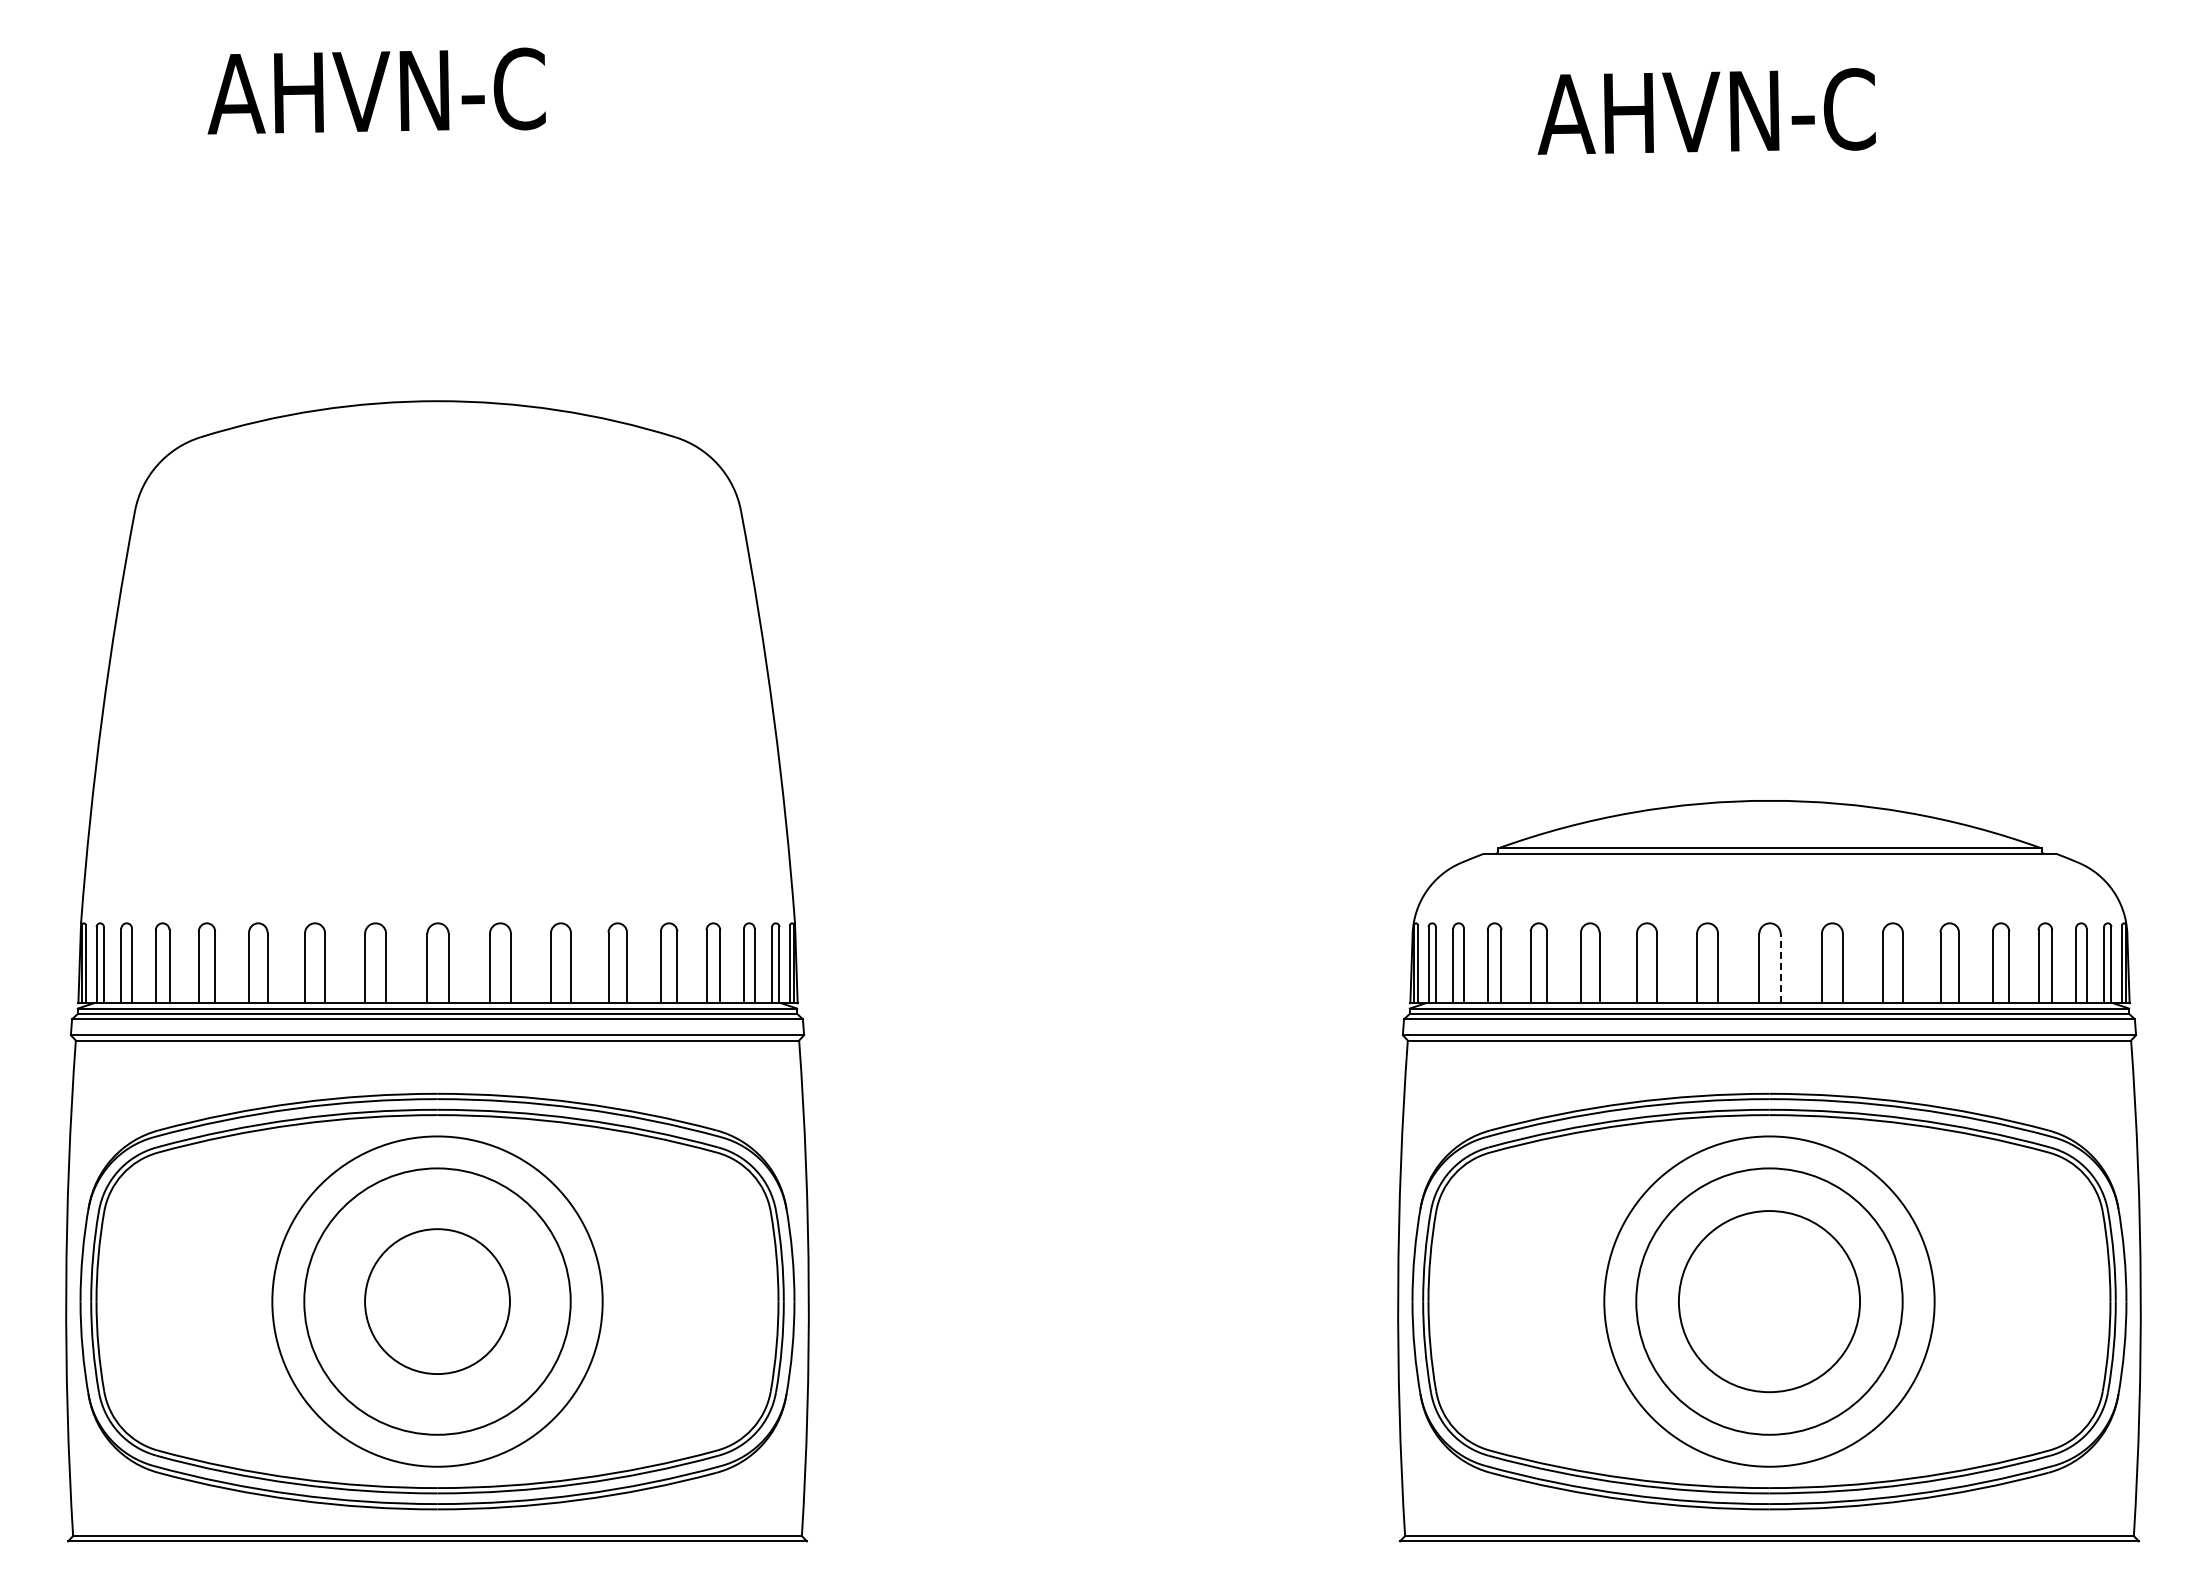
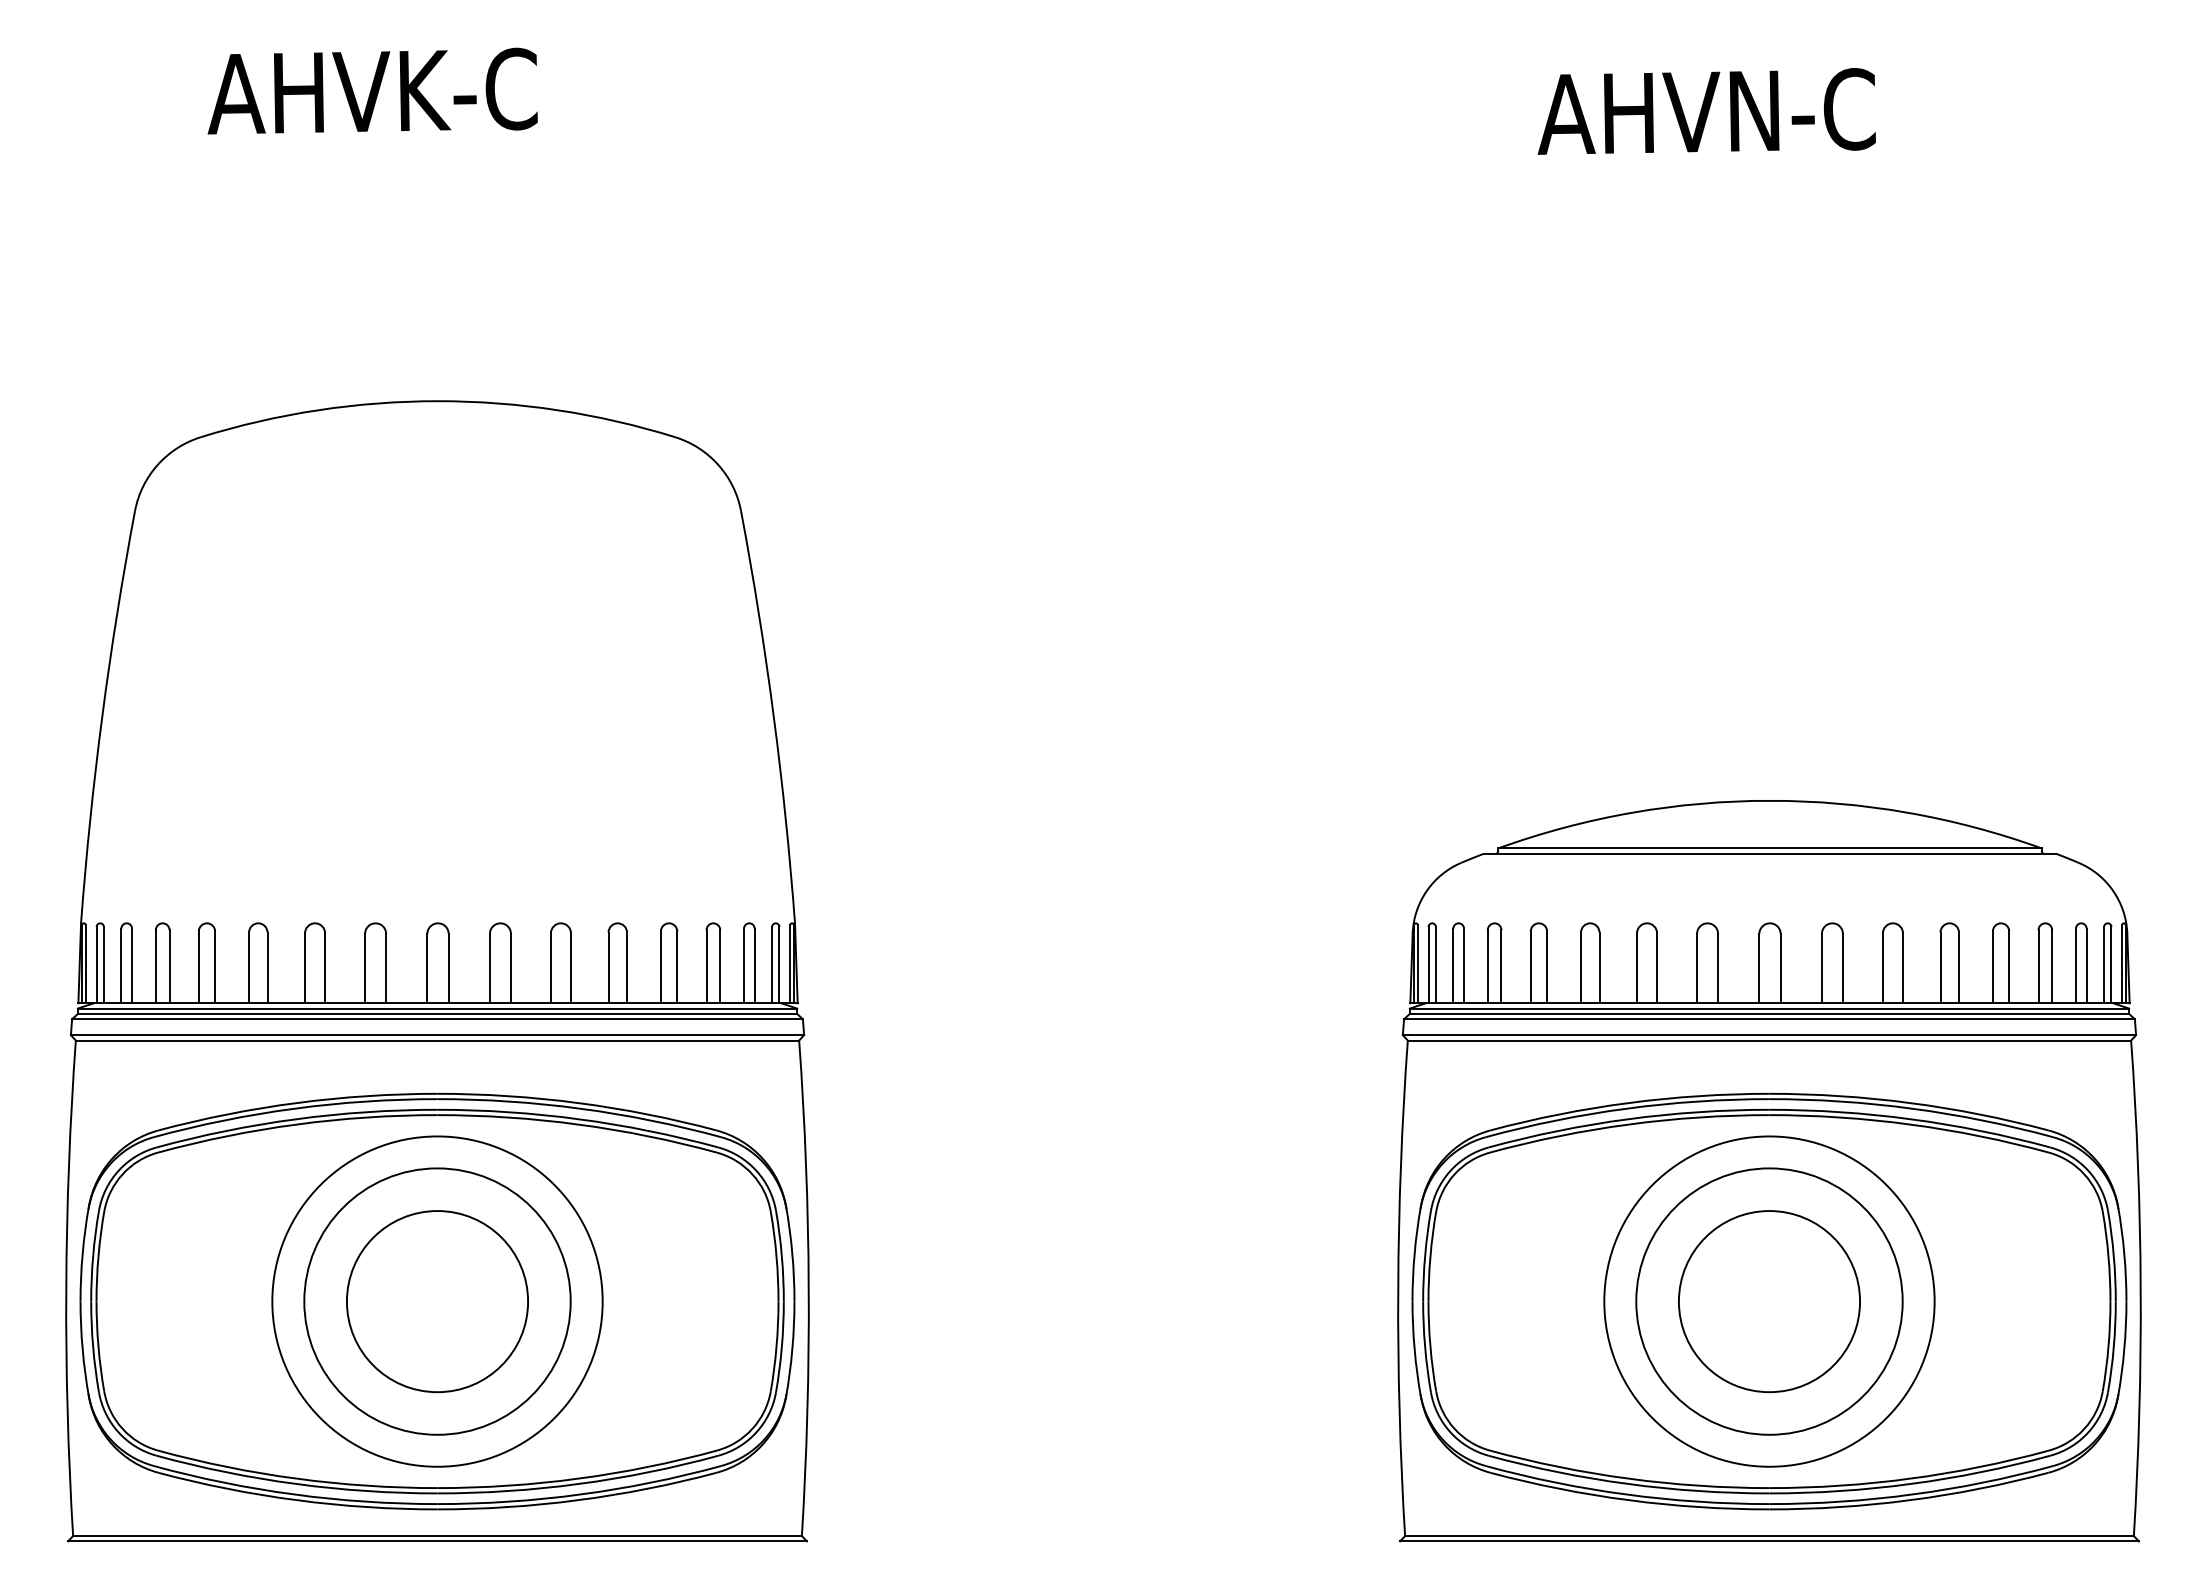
text at (476, 88): AHVN-C -> AHVK-C
line at (1780, 968): dashed -> solid
circle at (437, 1301) diameter: 145 px -> 181 px
